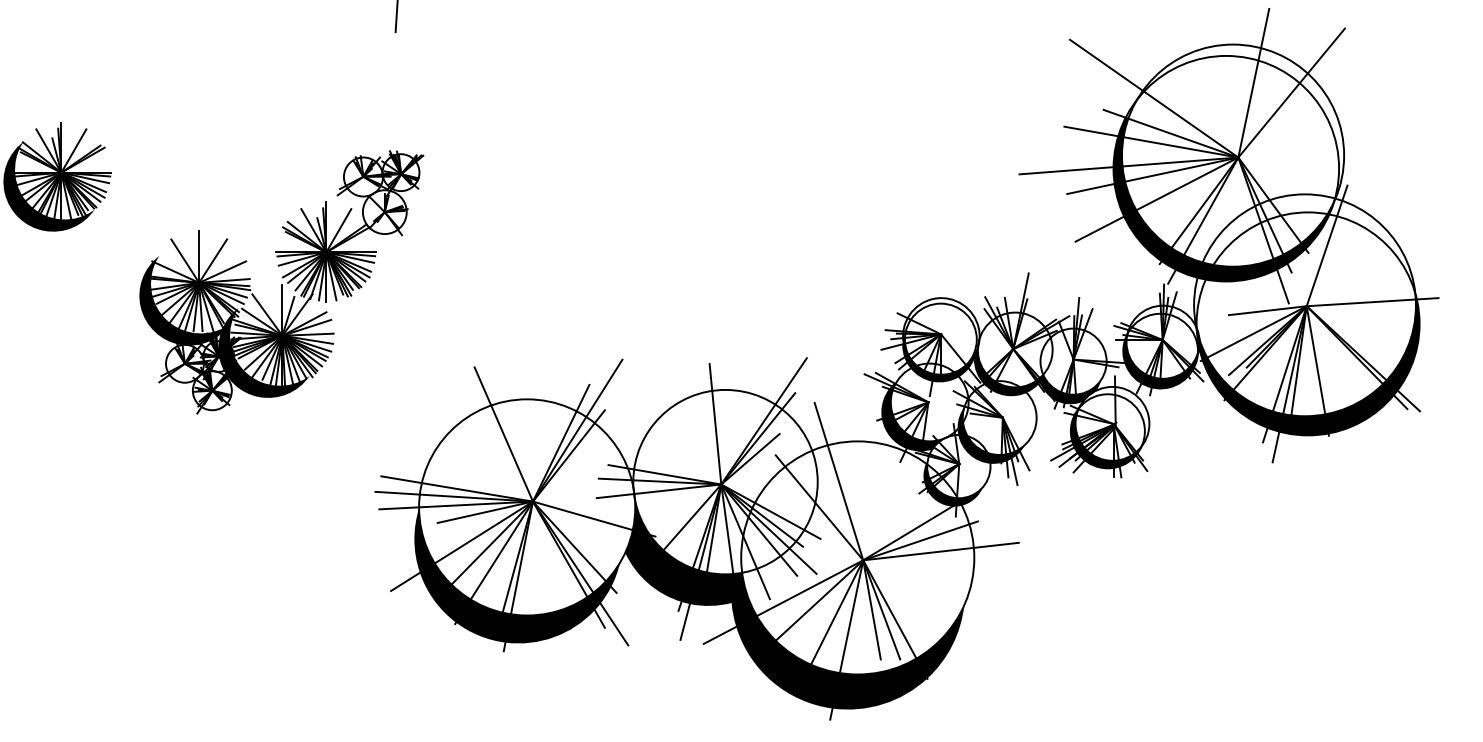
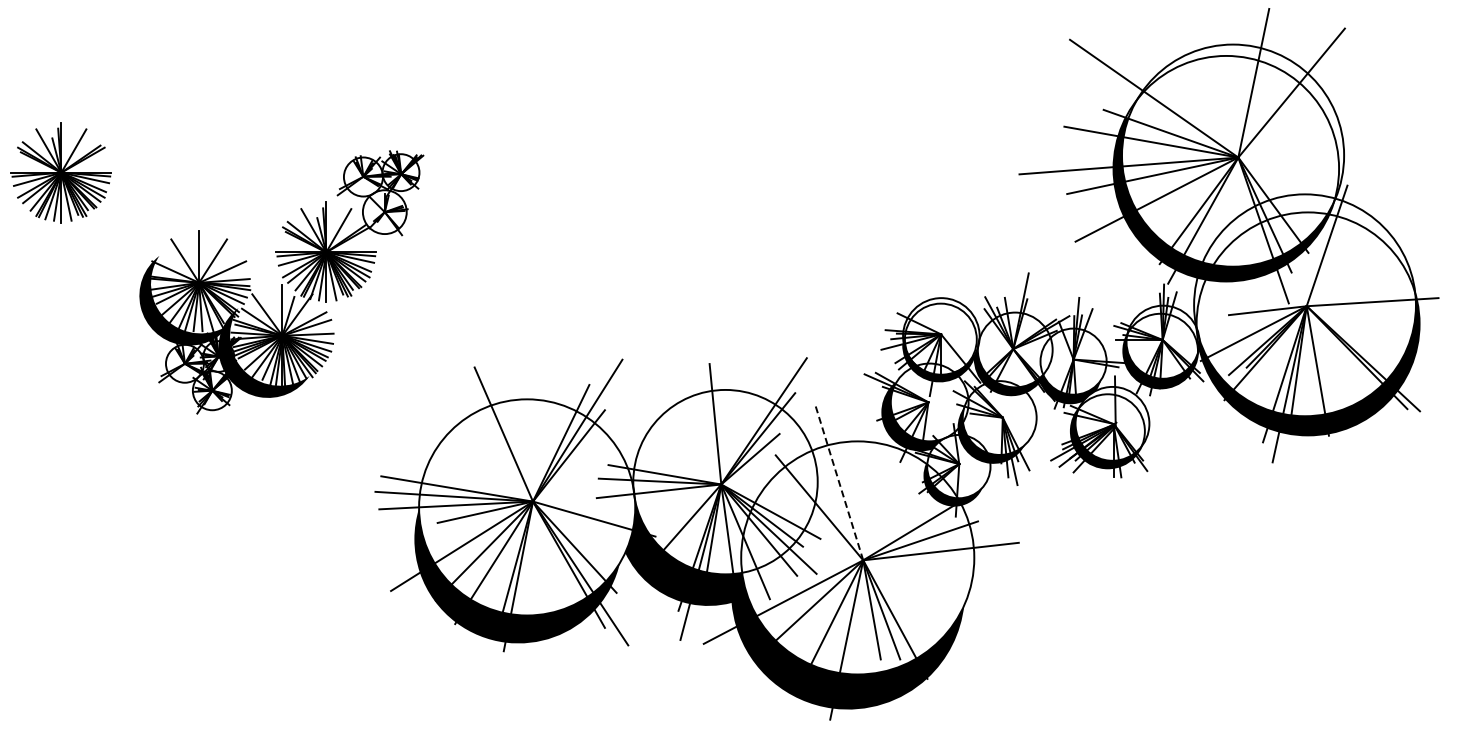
line at (396, 17): present -> none
fill at (48, 186): present -> none
line at (838, 481): solid -> dashed
